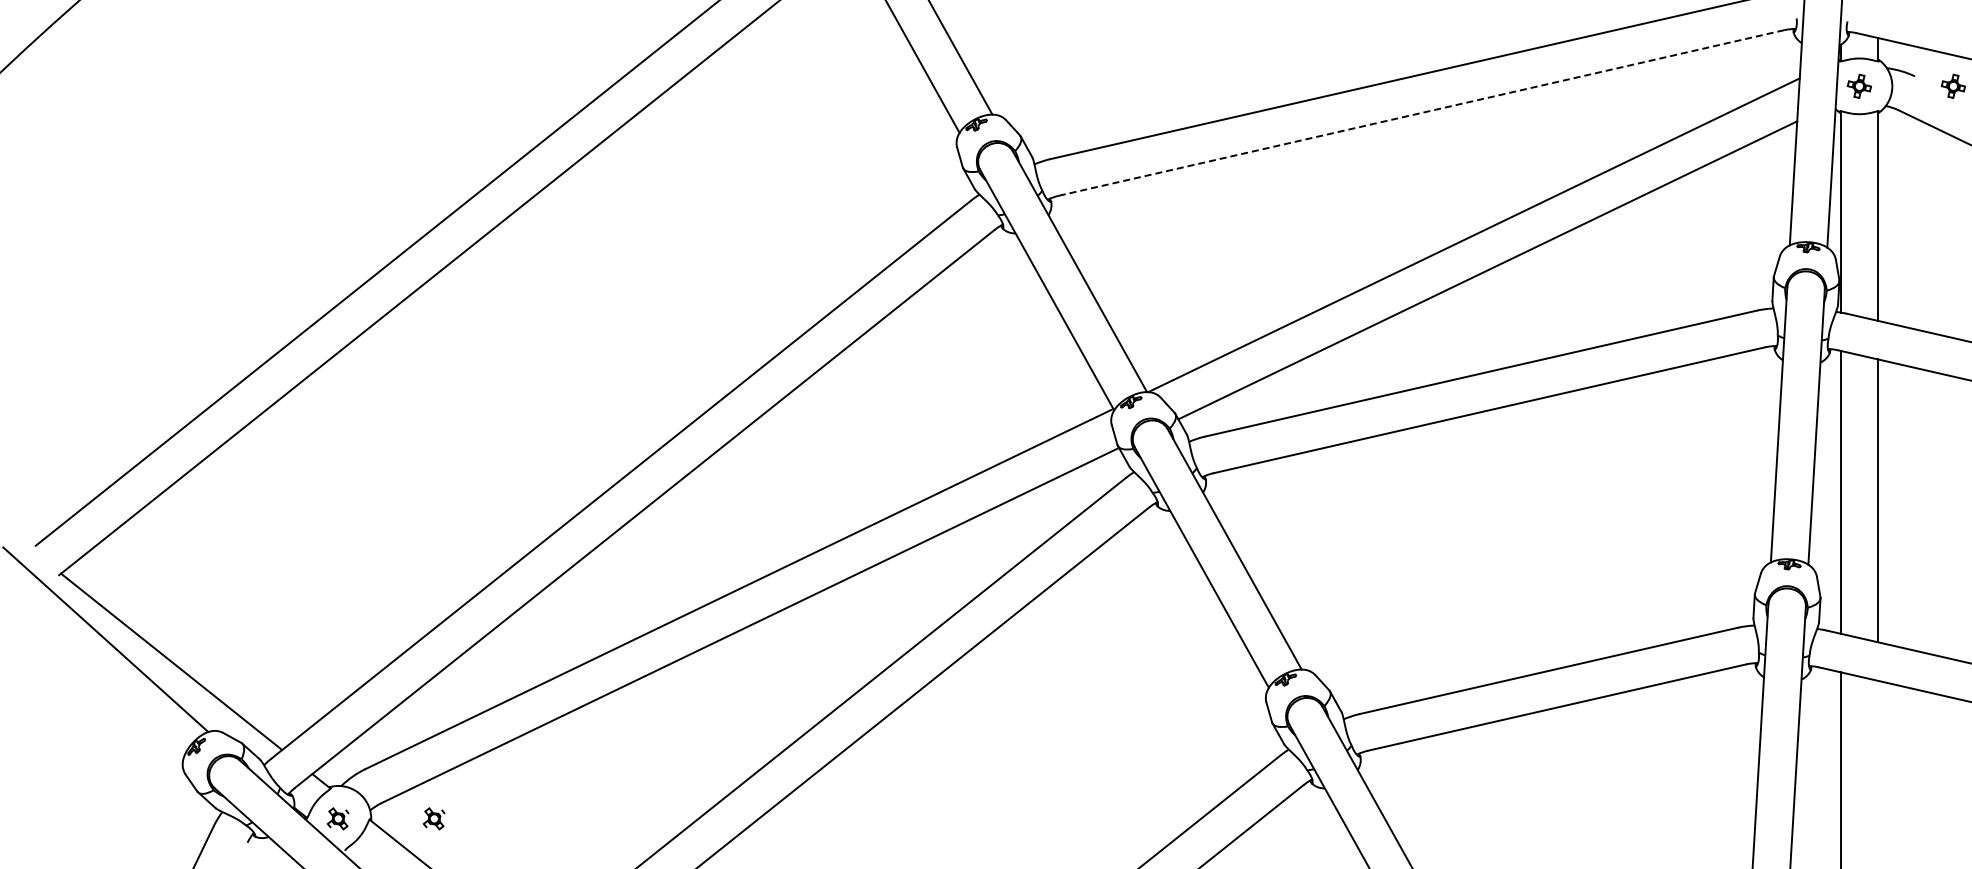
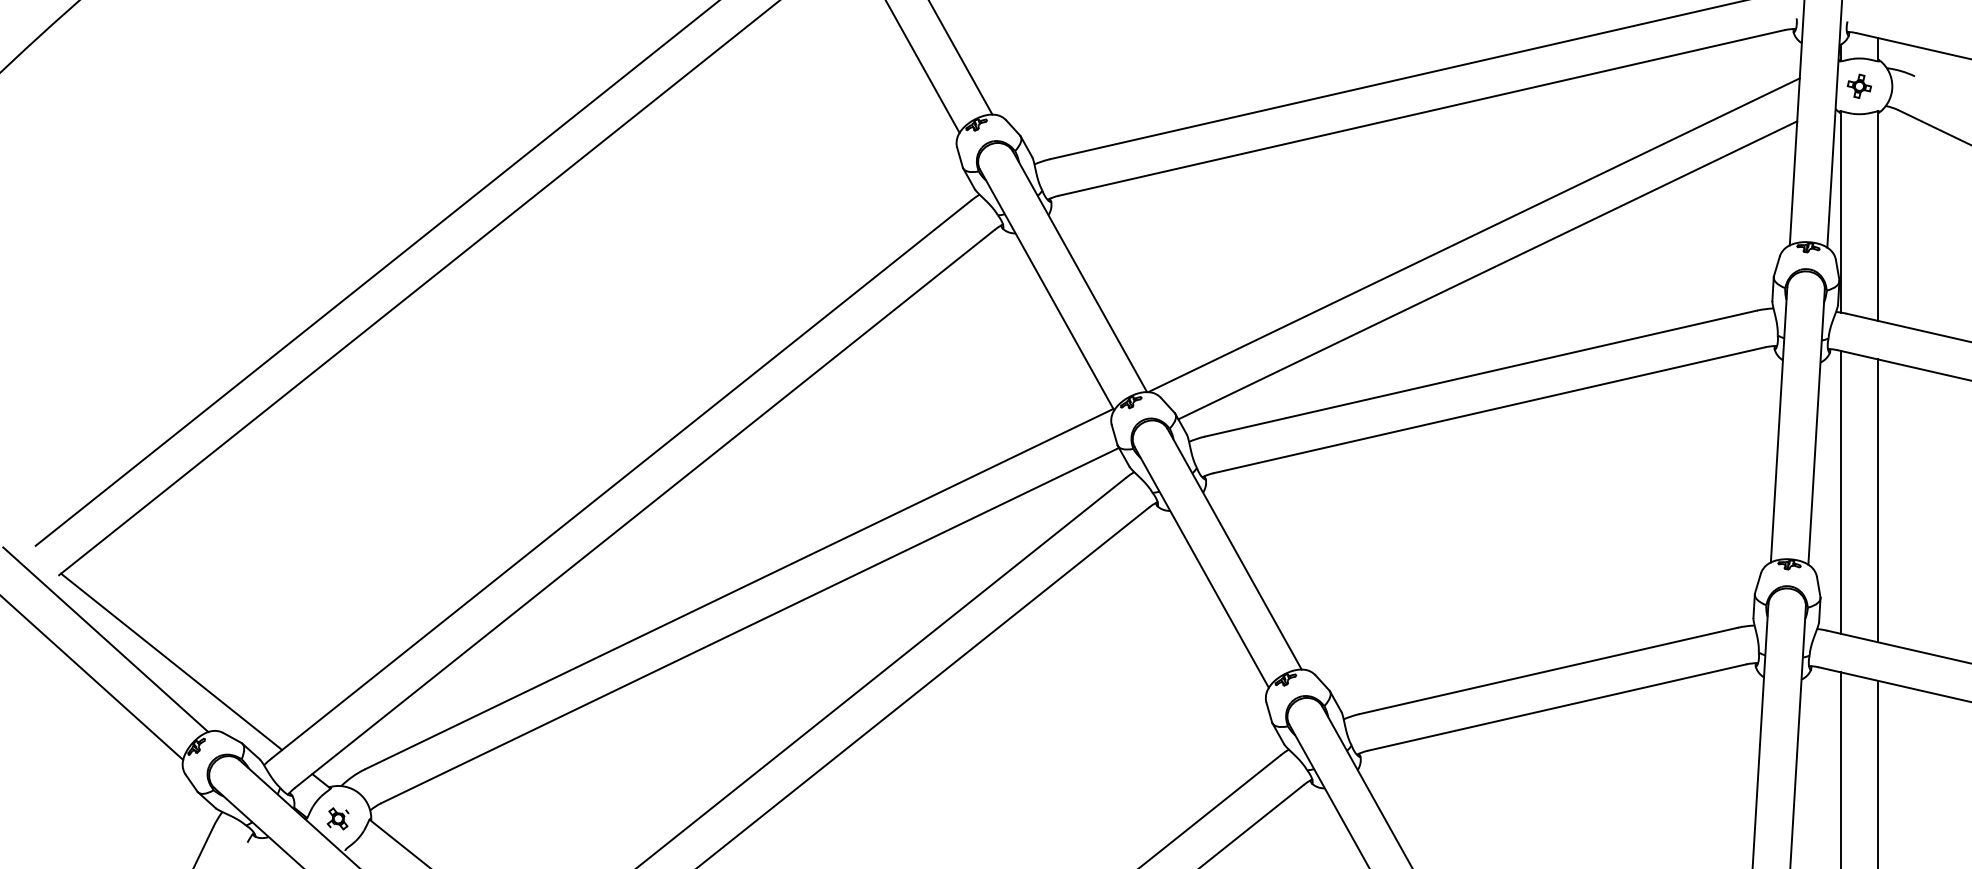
part at (1952, 85): present -> none
line at (1421, 113): dashed -> solid
line at (92, 678): none -> present
line at (1878, 772): none -> present
part at (433, 818): present -> none
